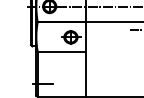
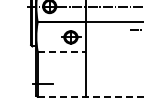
line at (61, 51): solid -> dashed
line at (90, 96): solid -> dashed
